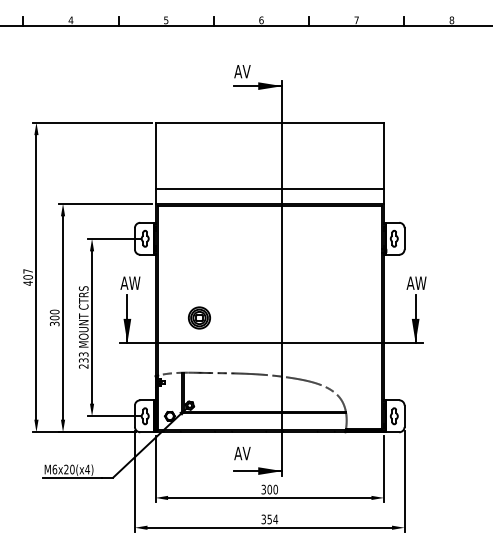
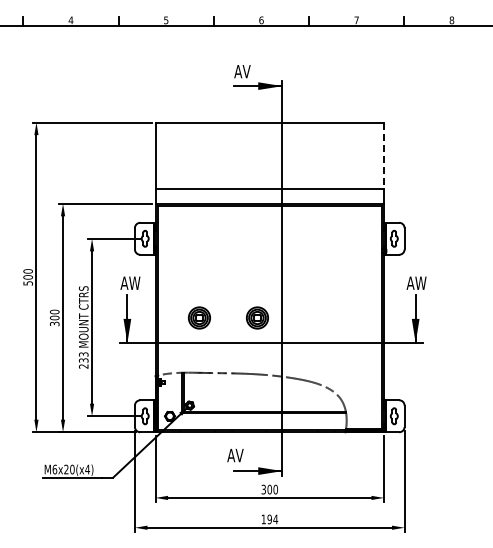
line at (384, 155): solid -> dashed
text at (27, 277): 407 -> 500
part at (257, 317): none -> present
text at (242, 453) position: (242, 453) -> (235, 455)
text at (266, 519): 354 -> 194
